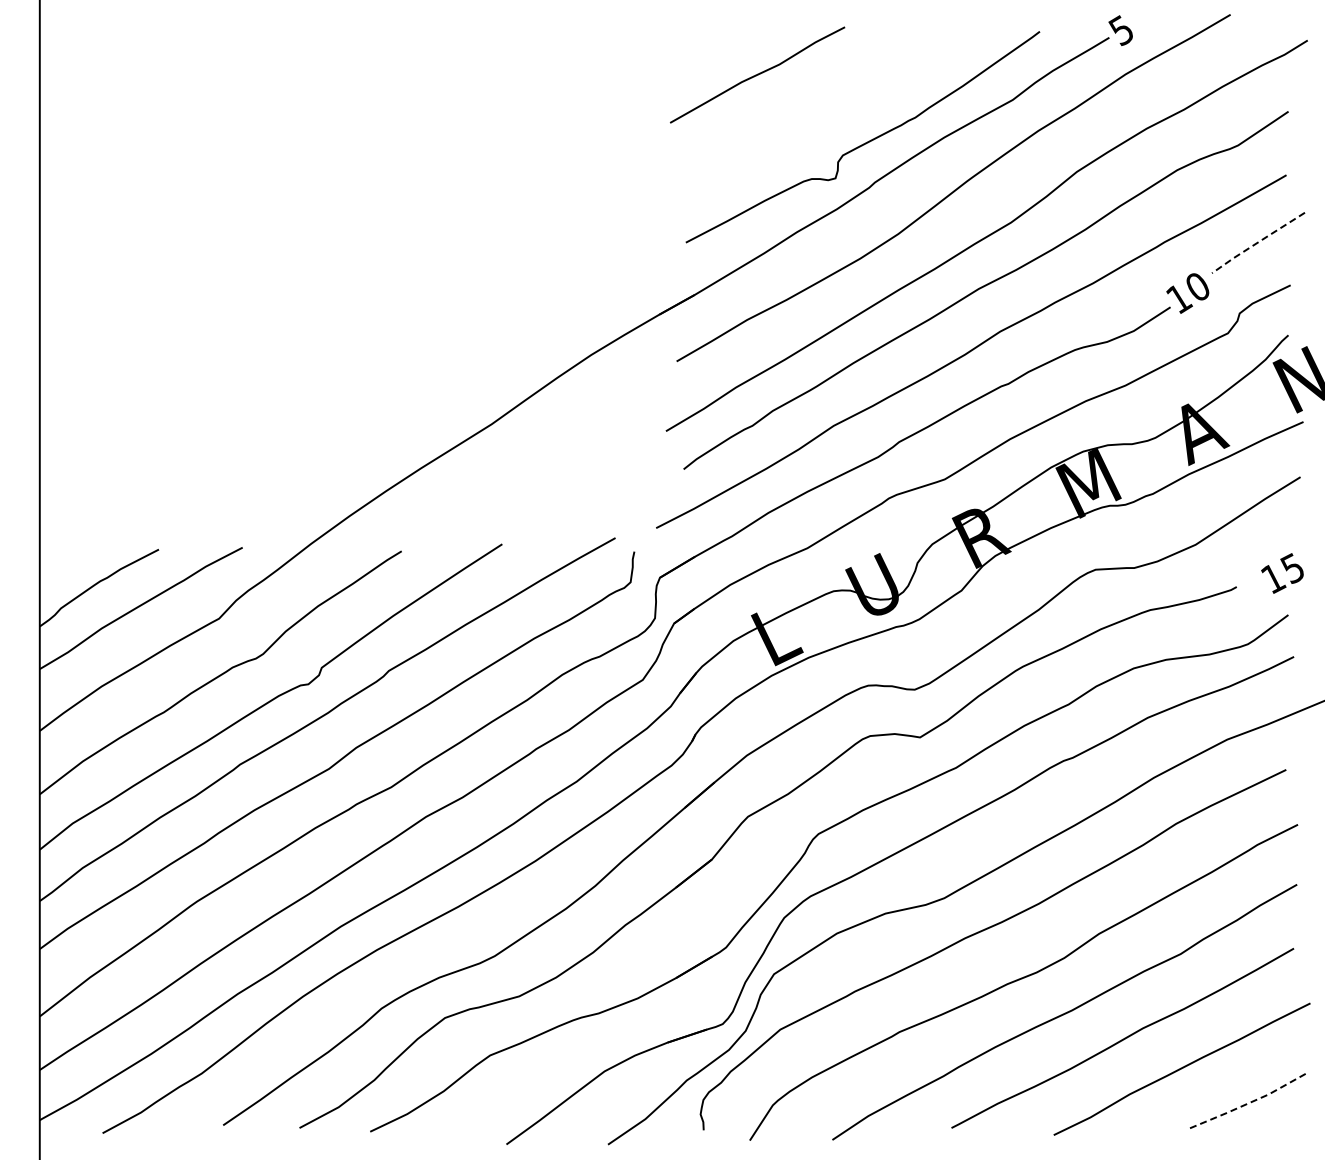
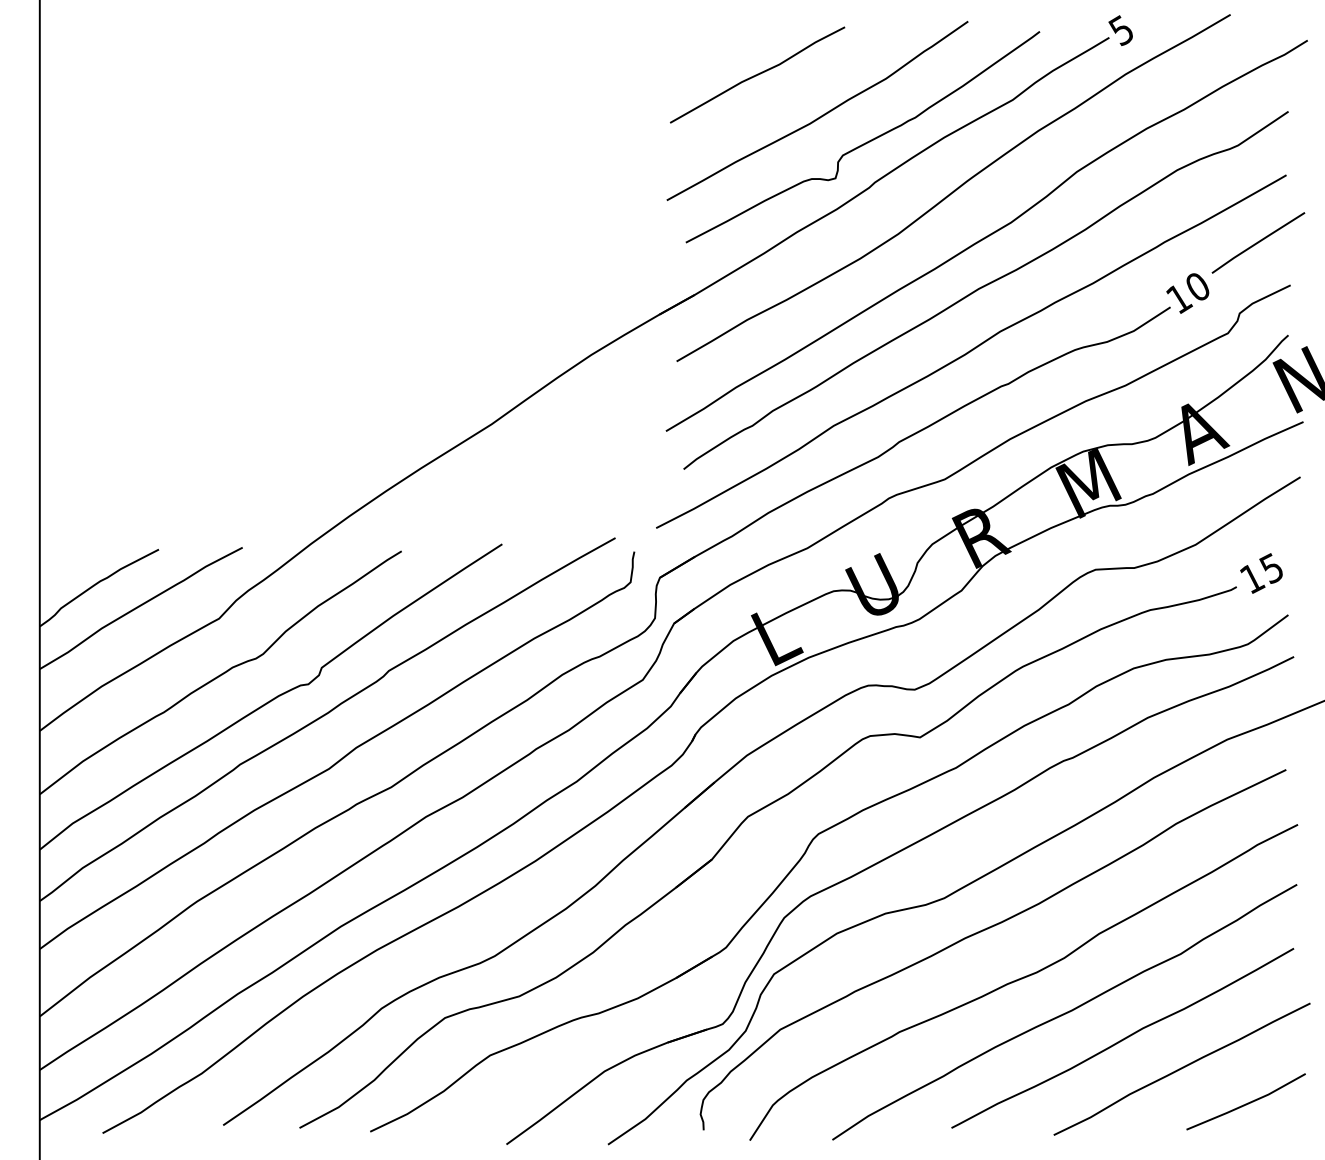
curve at (819, 116): none -> present
line at (1257, 242): dashed -> solid
text at (1282, 573) position: (1282, 573) -> (1261, 573)
line at (1247, 1104): dashed -> solid
